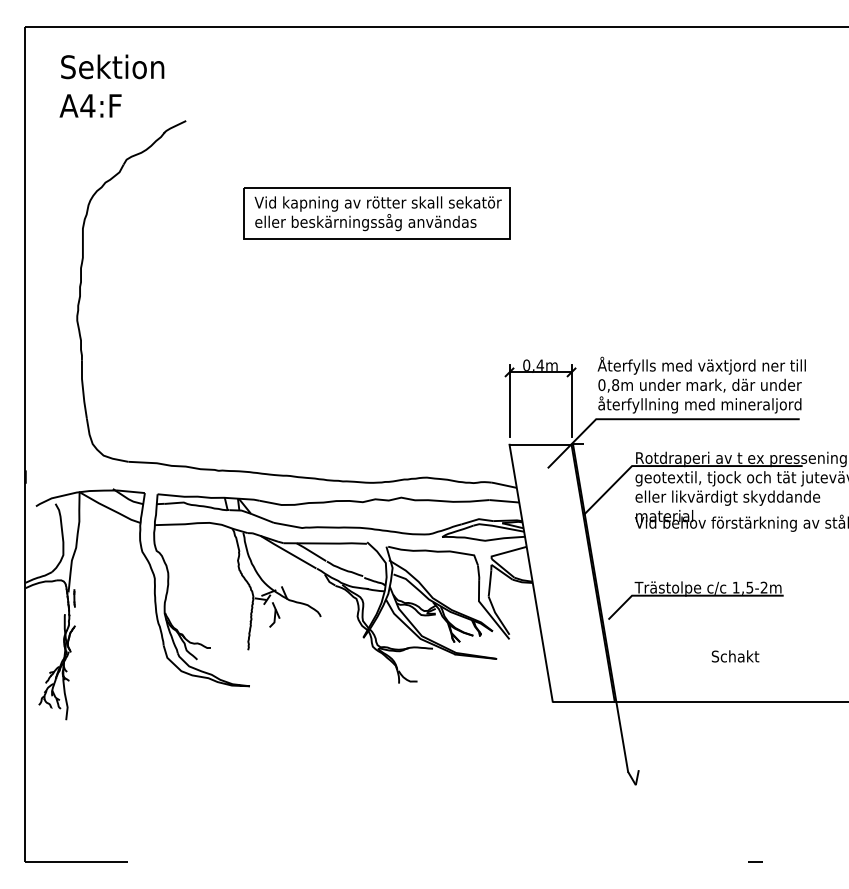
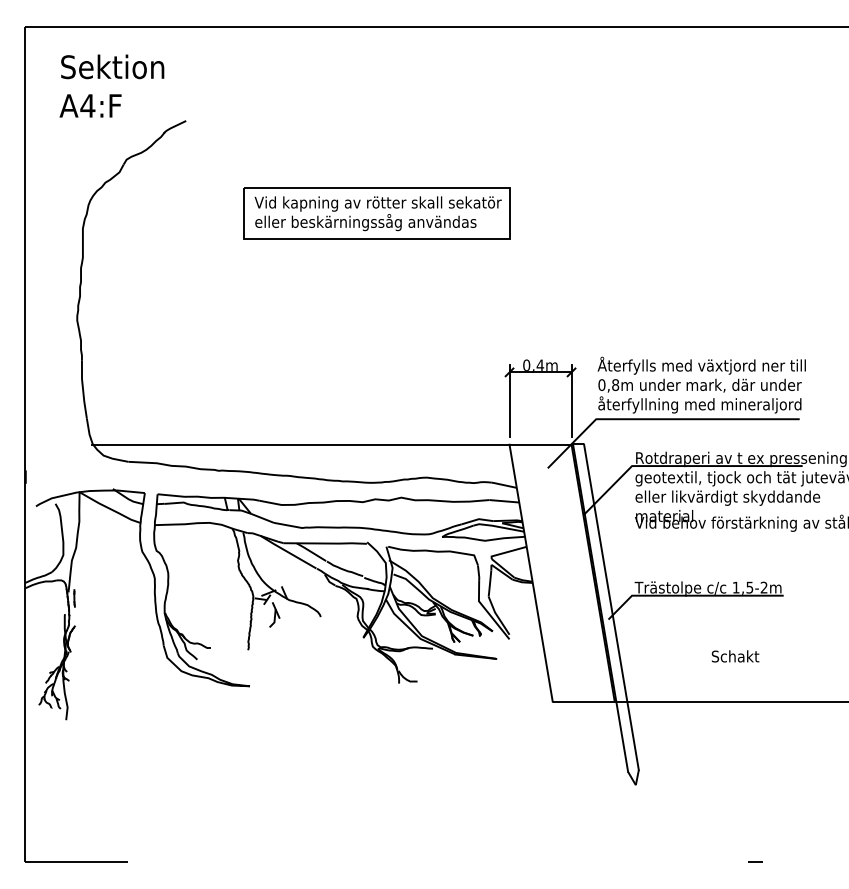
line at (300, 444): none -> present
line at (611, 607): none -> present
